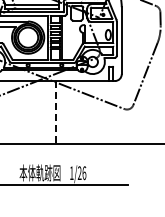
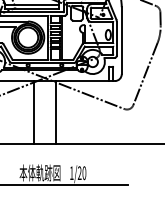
line at (33, 112): none -> present
line at (56, 112): dashed -> solid
text at (84, 172): 1/26 -> 1/20
